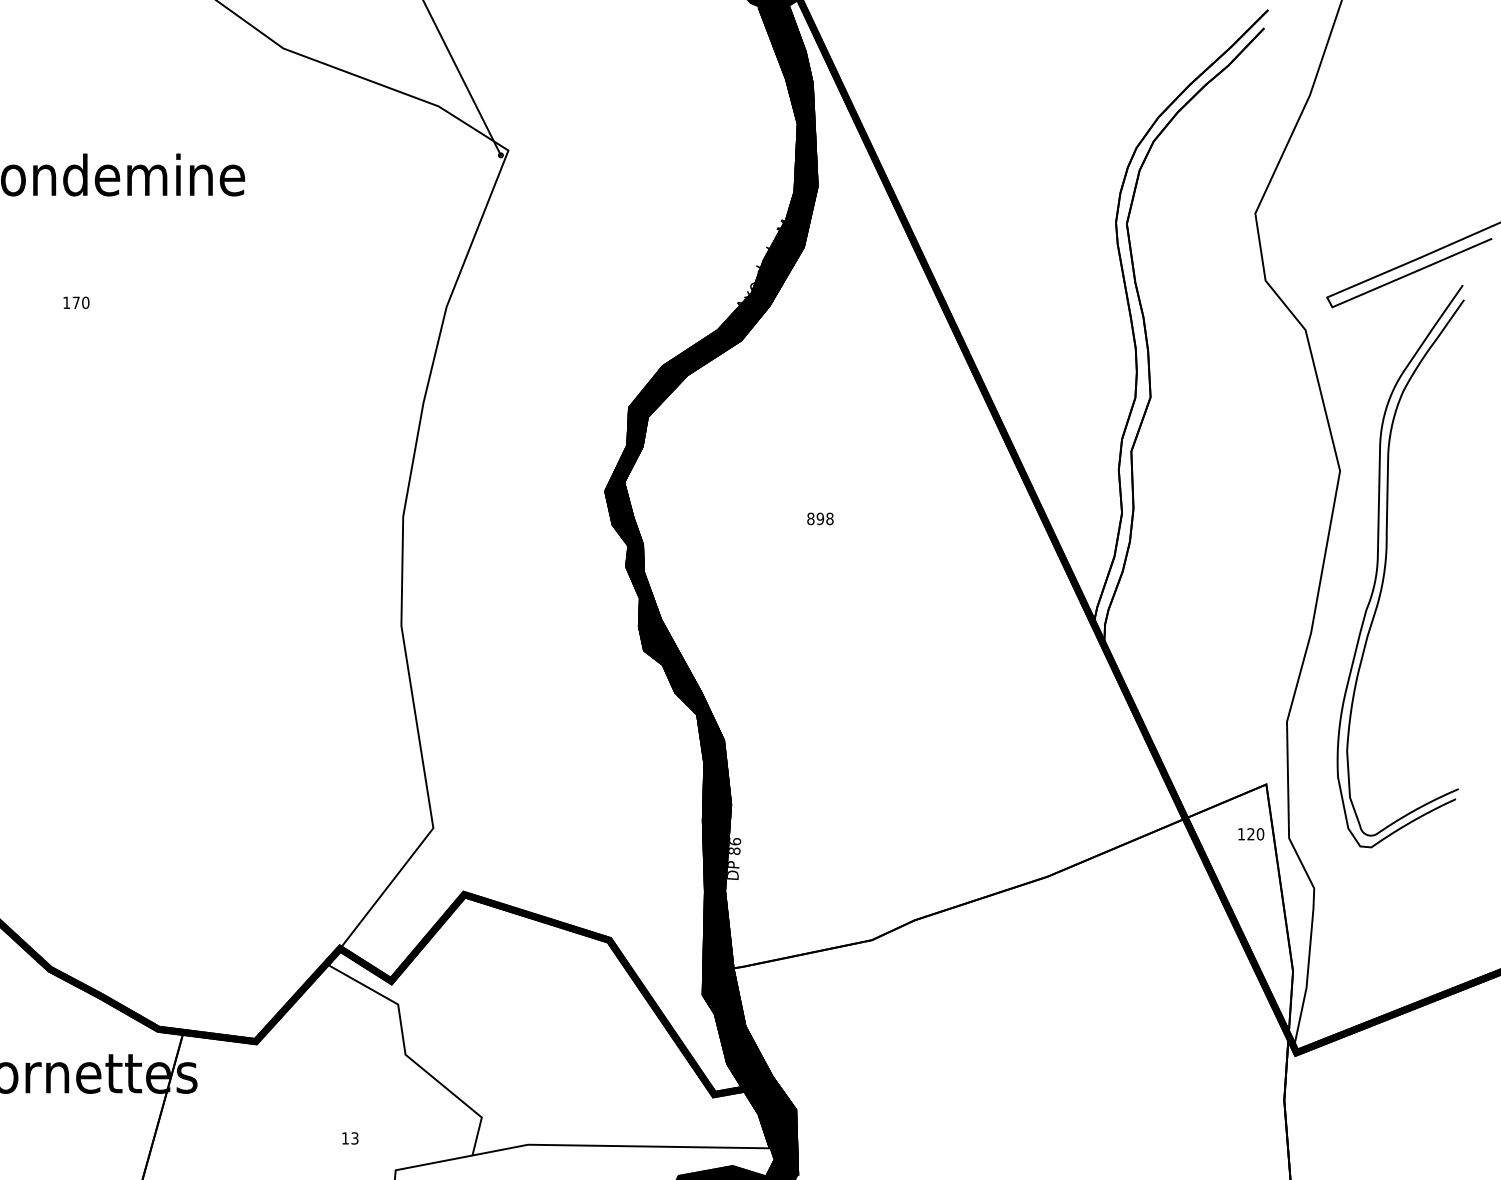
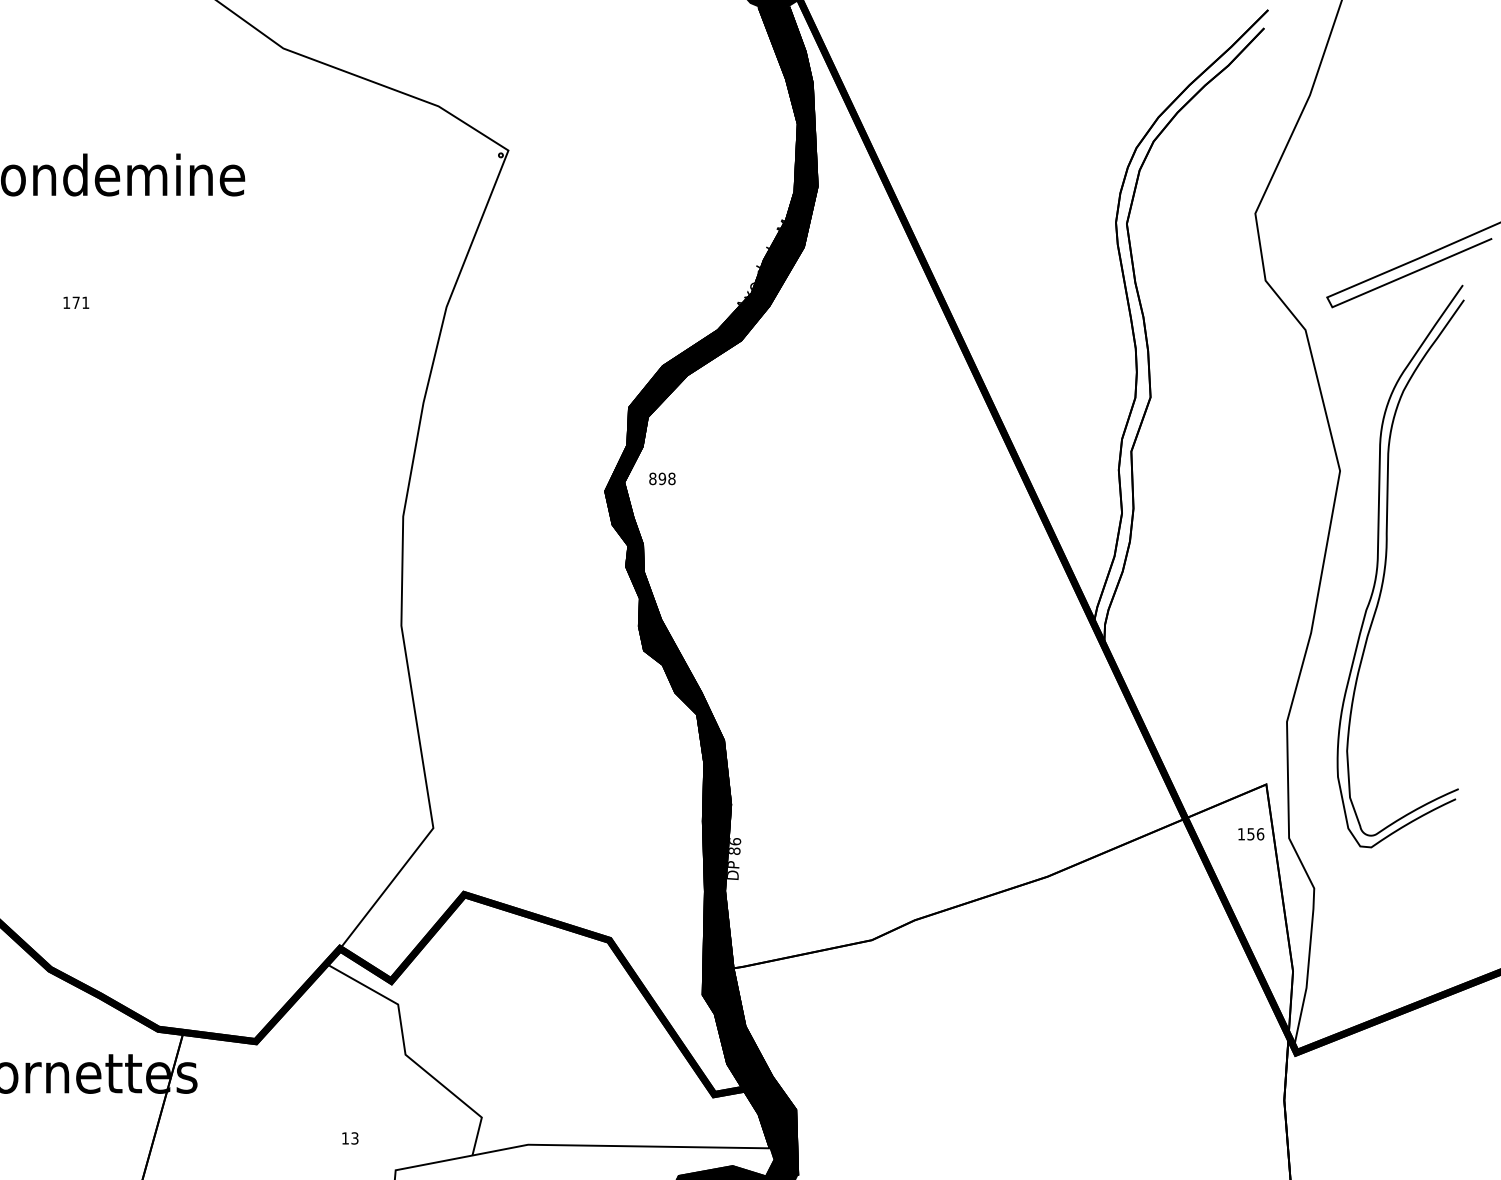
line at (462, 78): present -> none
text at (85, 302): 170 -> 171
text at (820, 518) position: (820, 518) -> (662, 478)
text at (1255, 834): 120 -> 156
